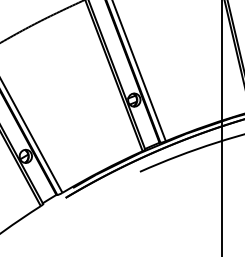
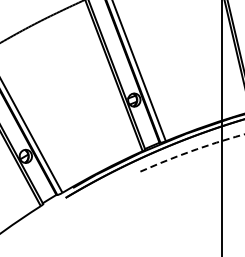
arc at (191, 151): solid -> dashed
